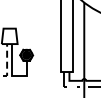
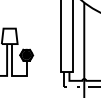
line at (7, 63): dashed -> solid
